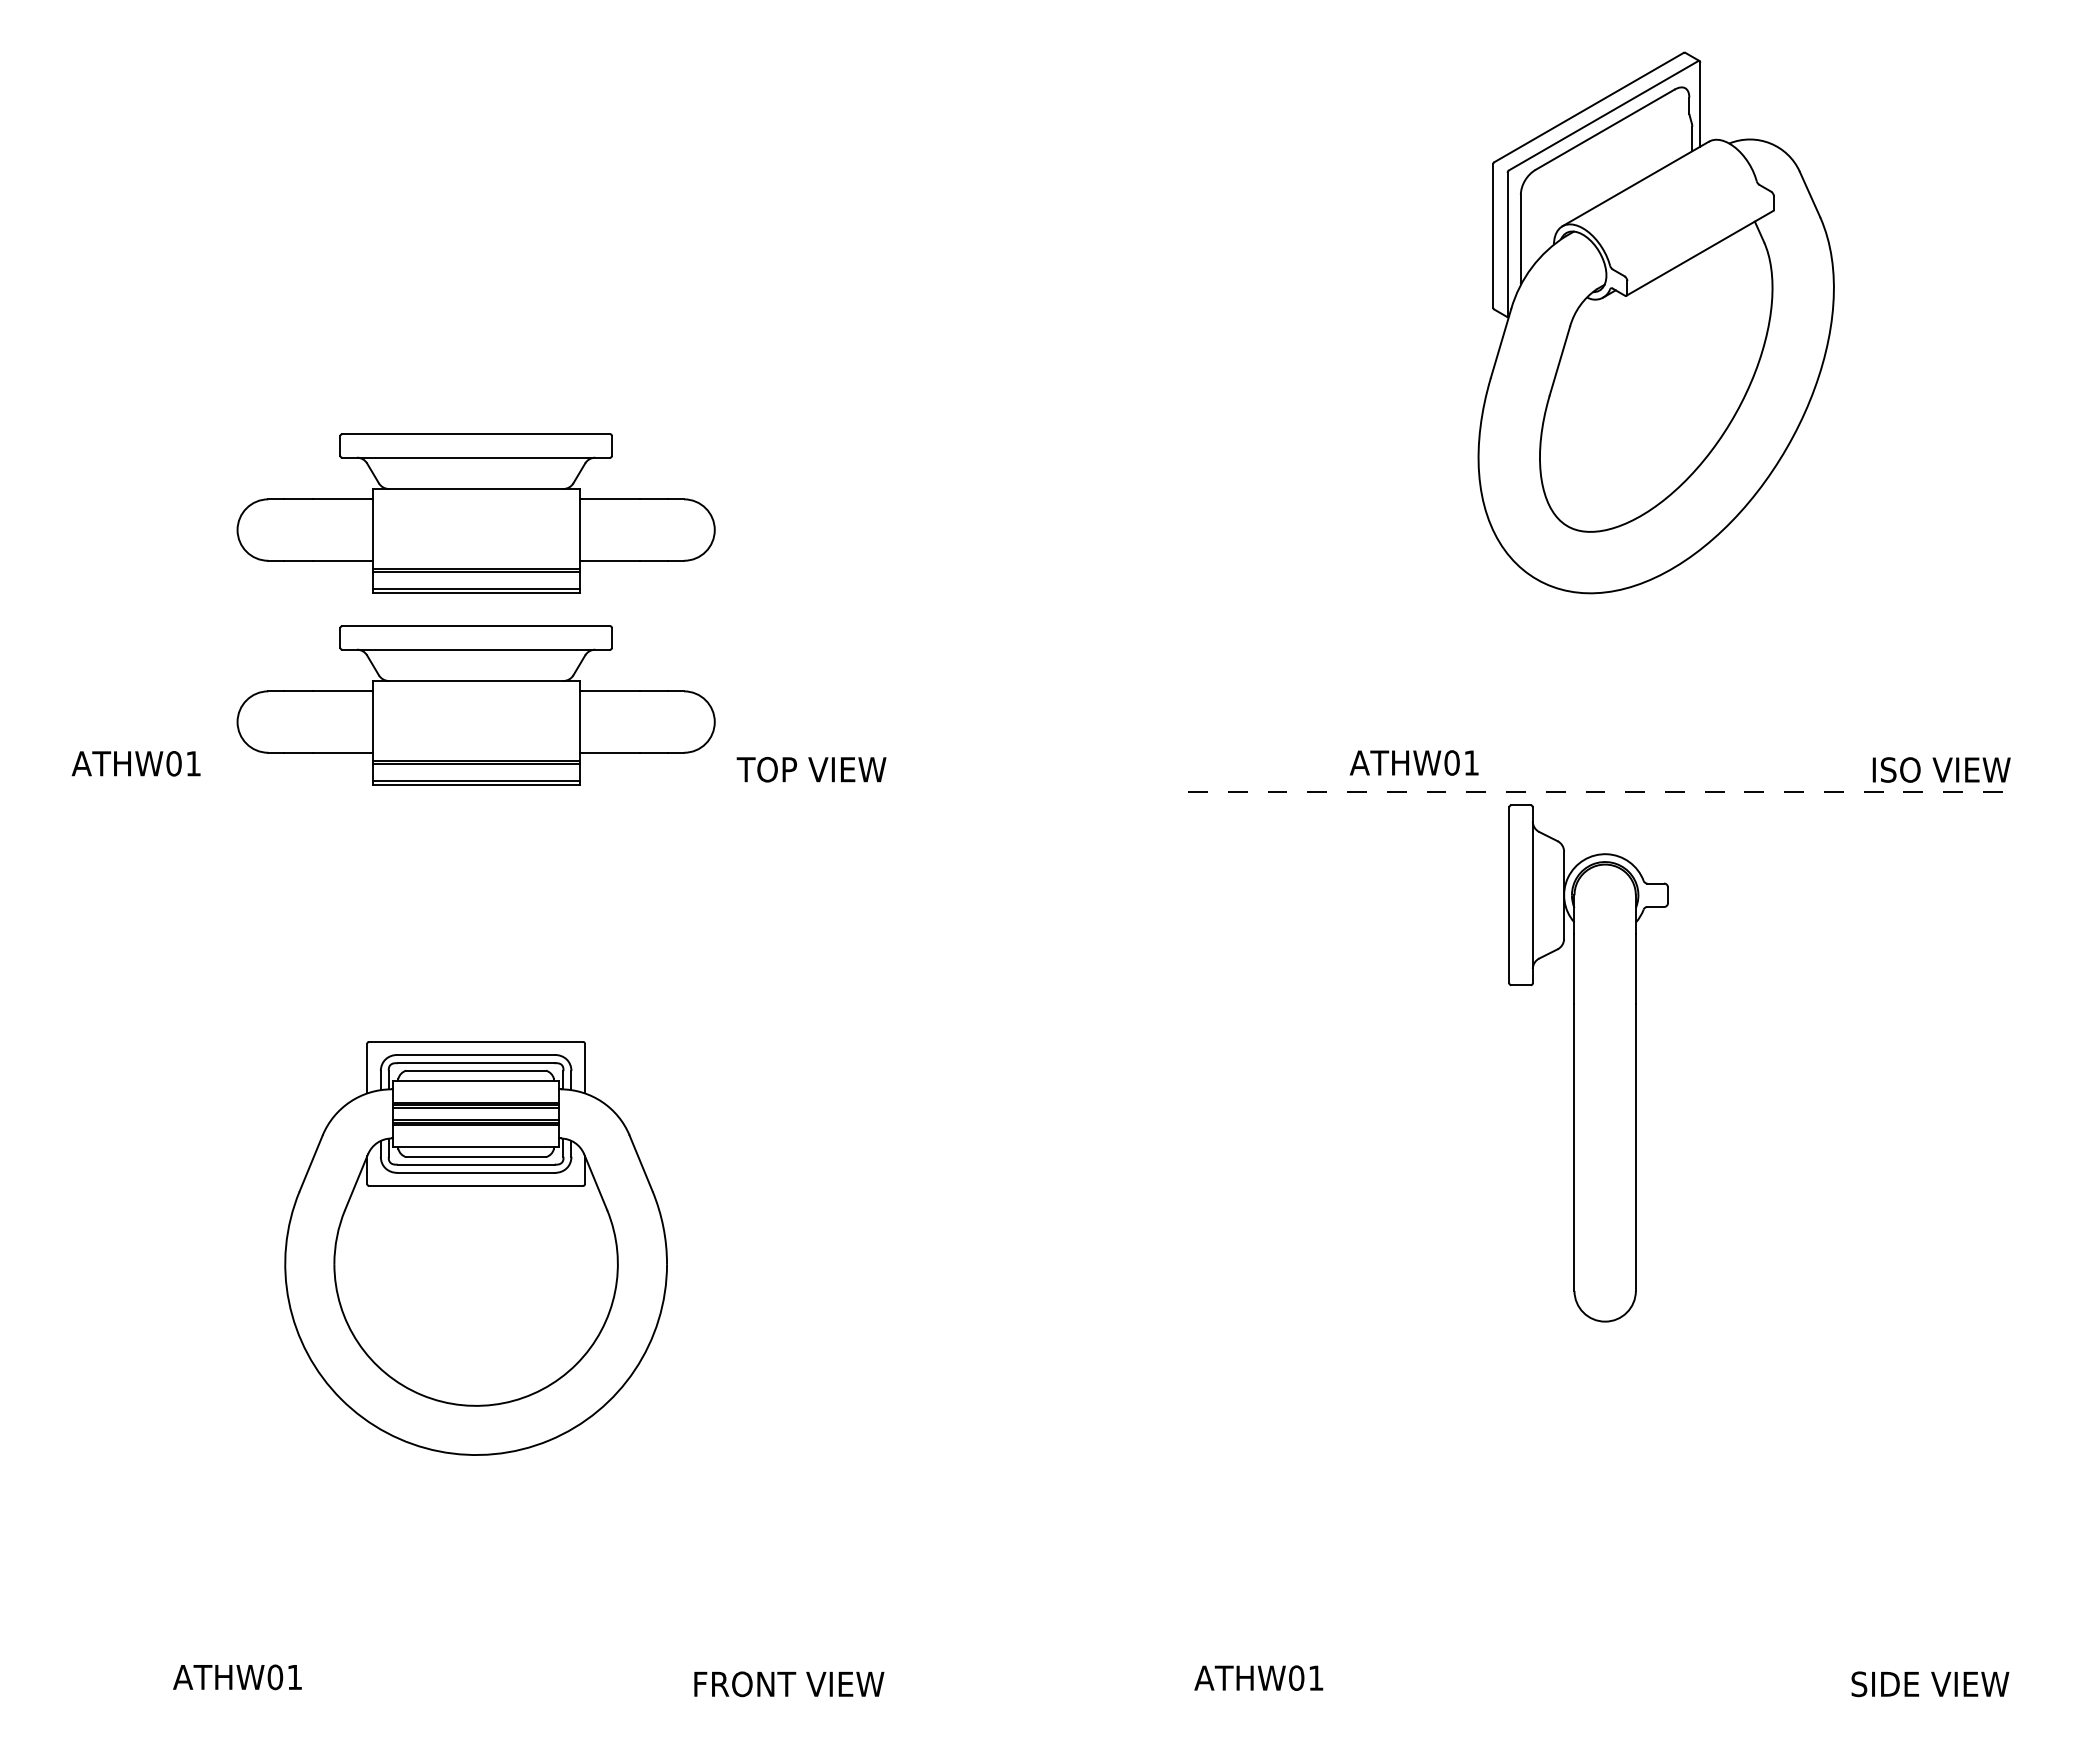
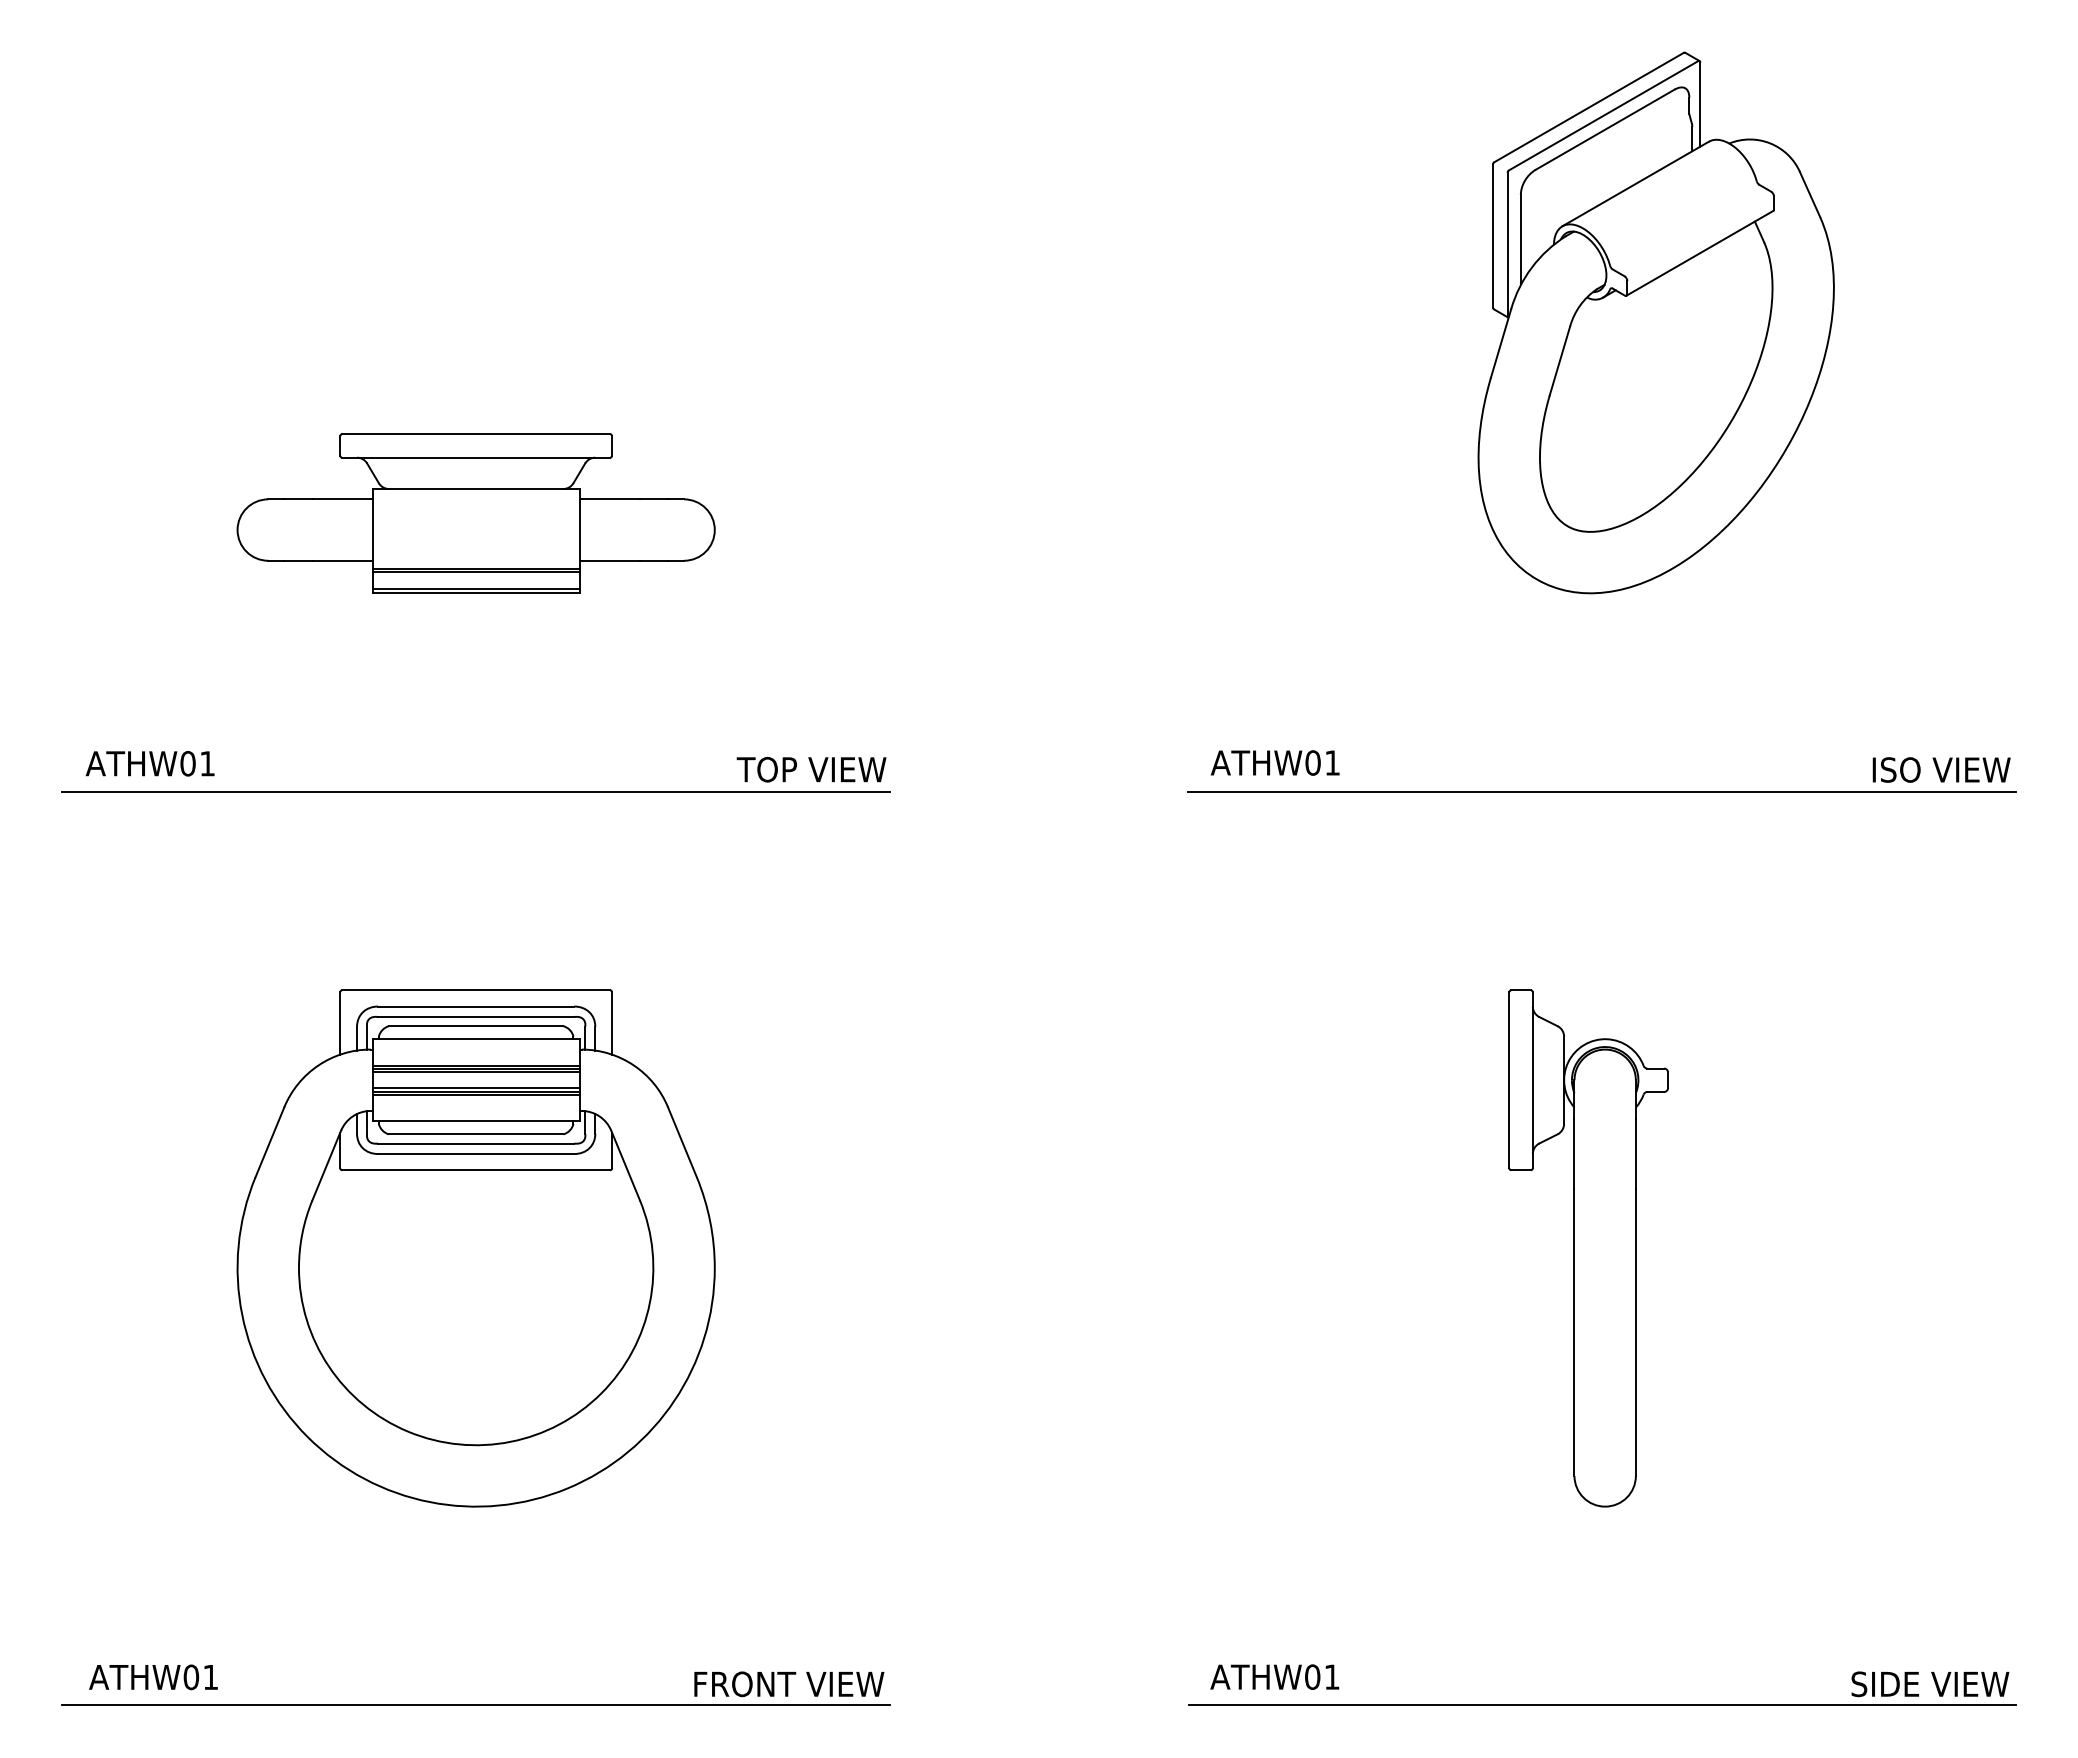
part at (475, 705): present -> none
text at (1413, 762) position: (1413, 762) -> (1274, 762)
text at (135, 763) position: (135, 763) -> (149, 763)
line at (476, 791): none -> present
line at (1601, 791): dashed -> solid
part at (1588, 1063) position: (1588, 1063) -> (1588, 1248)
part at (475, 1248) size: 384x415 px -> 480x519 px
text at (237, 1677) position: (237, 1677) -> (153, 1677)
text at (1258, 1677) position: (1258, 1677) -> (1274, 1676)
line at (476, 1705): none -> present
line at (1602, 1705): none -> present
